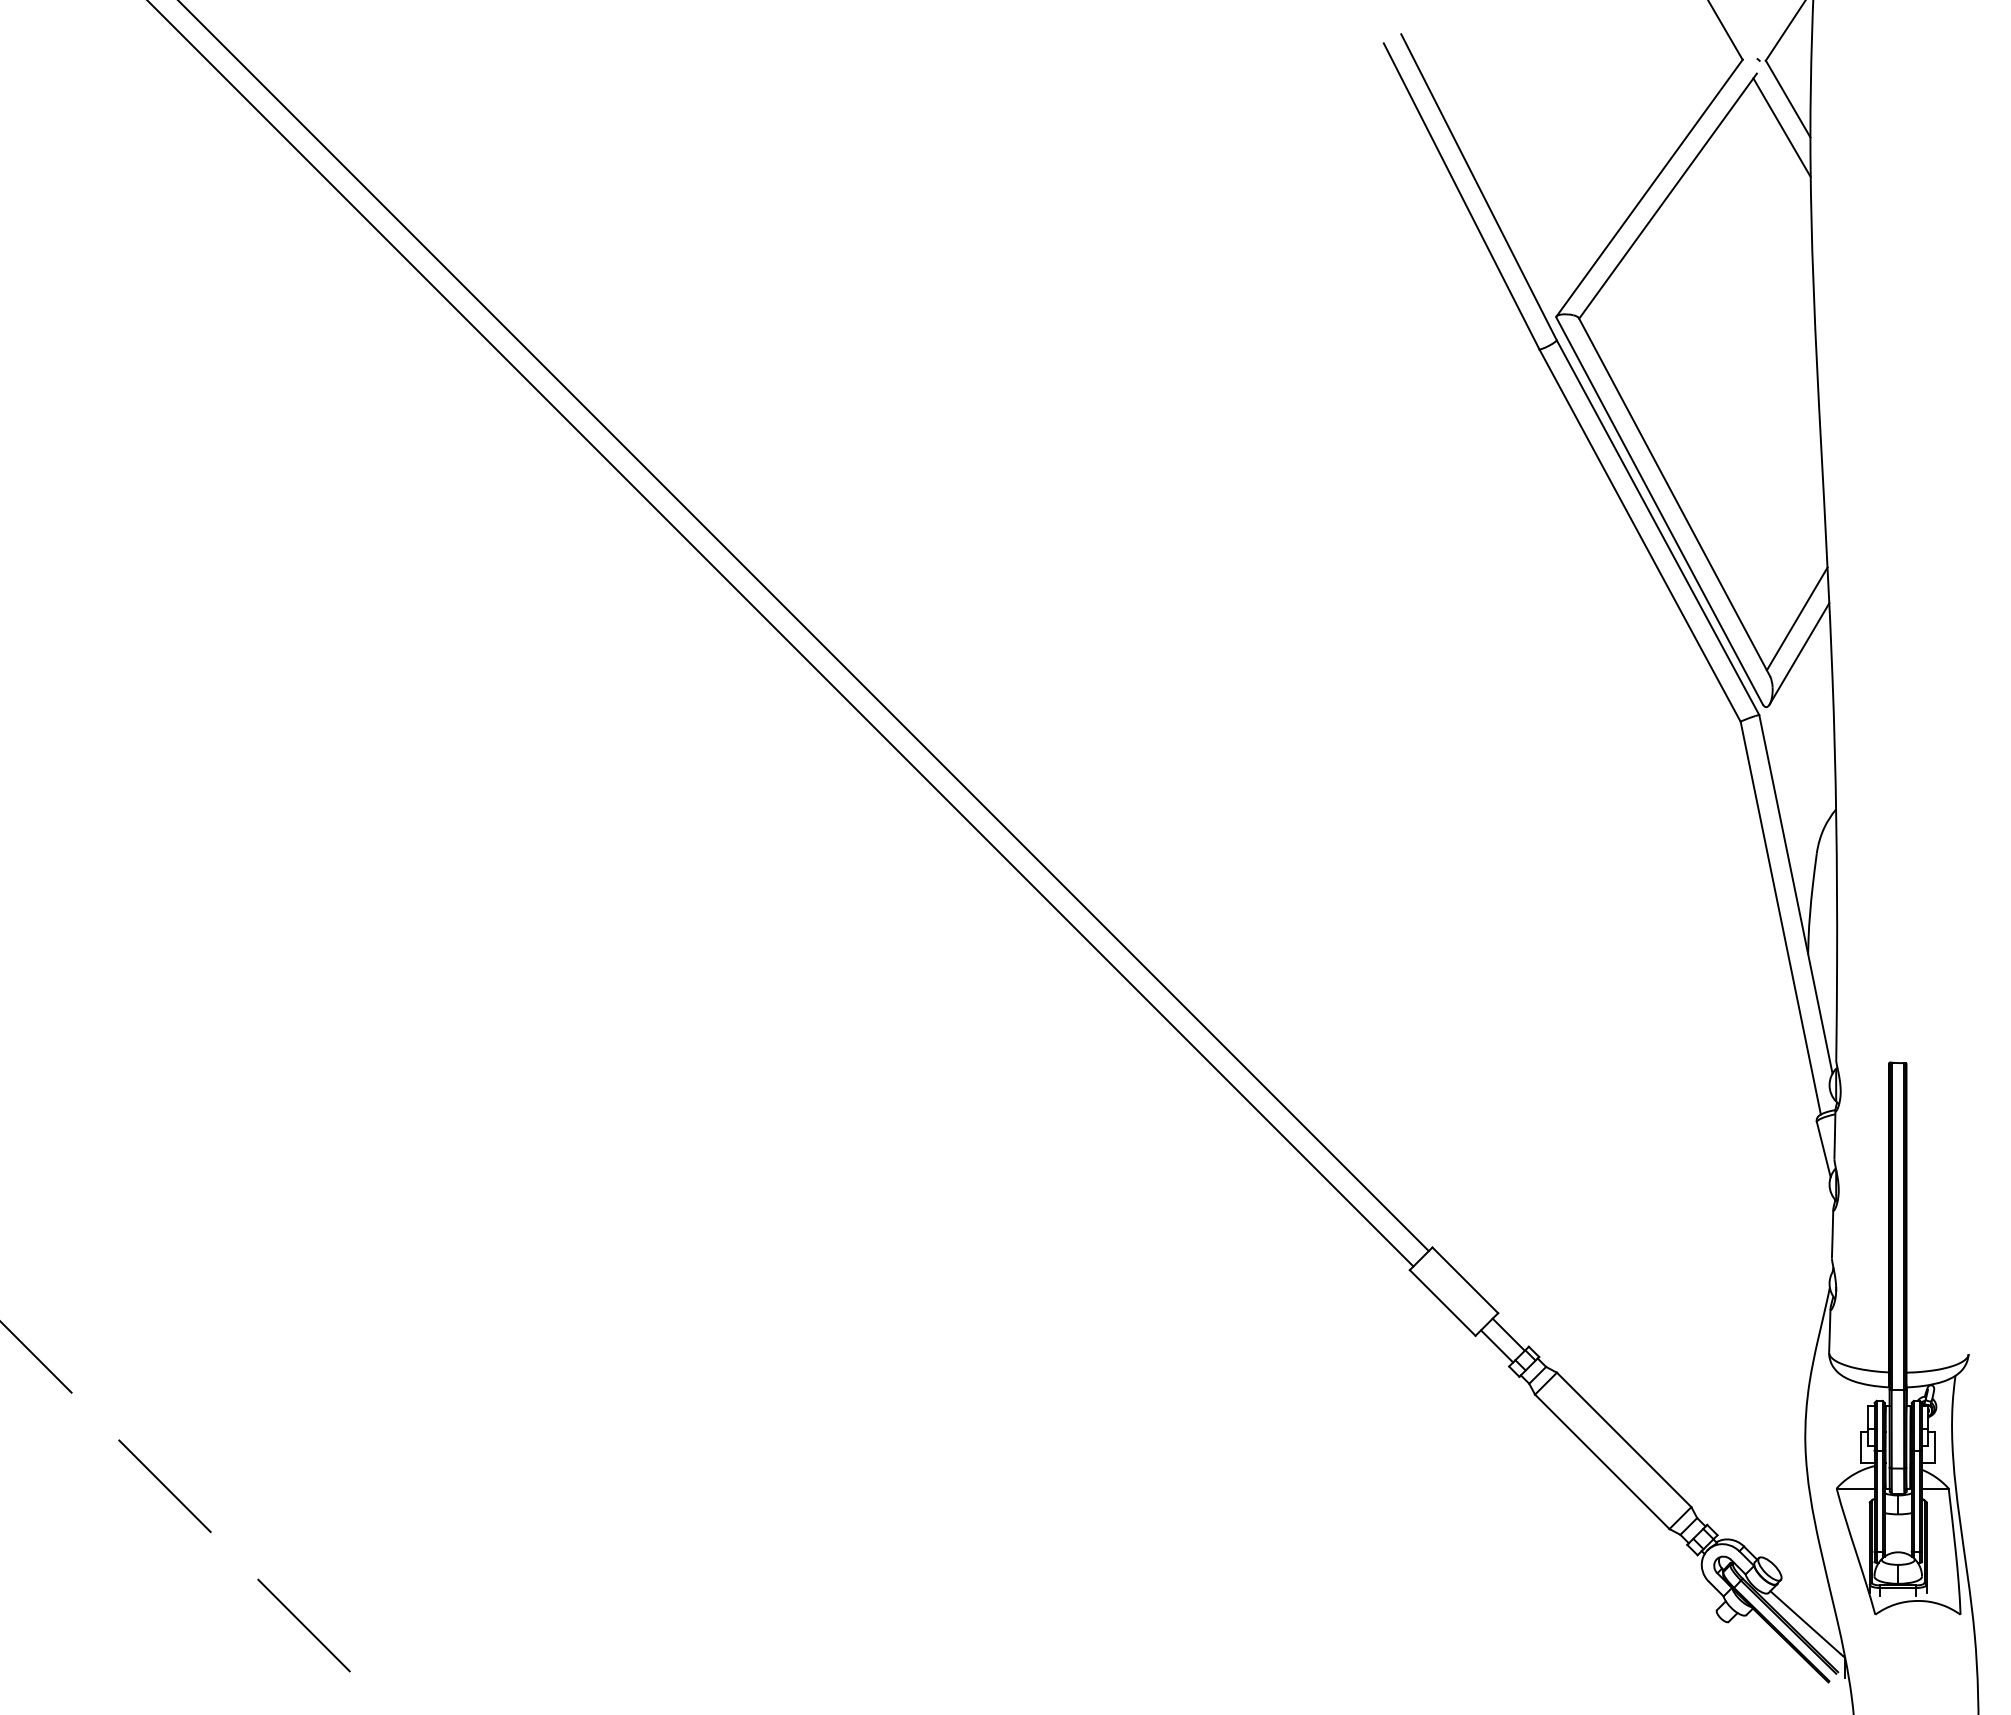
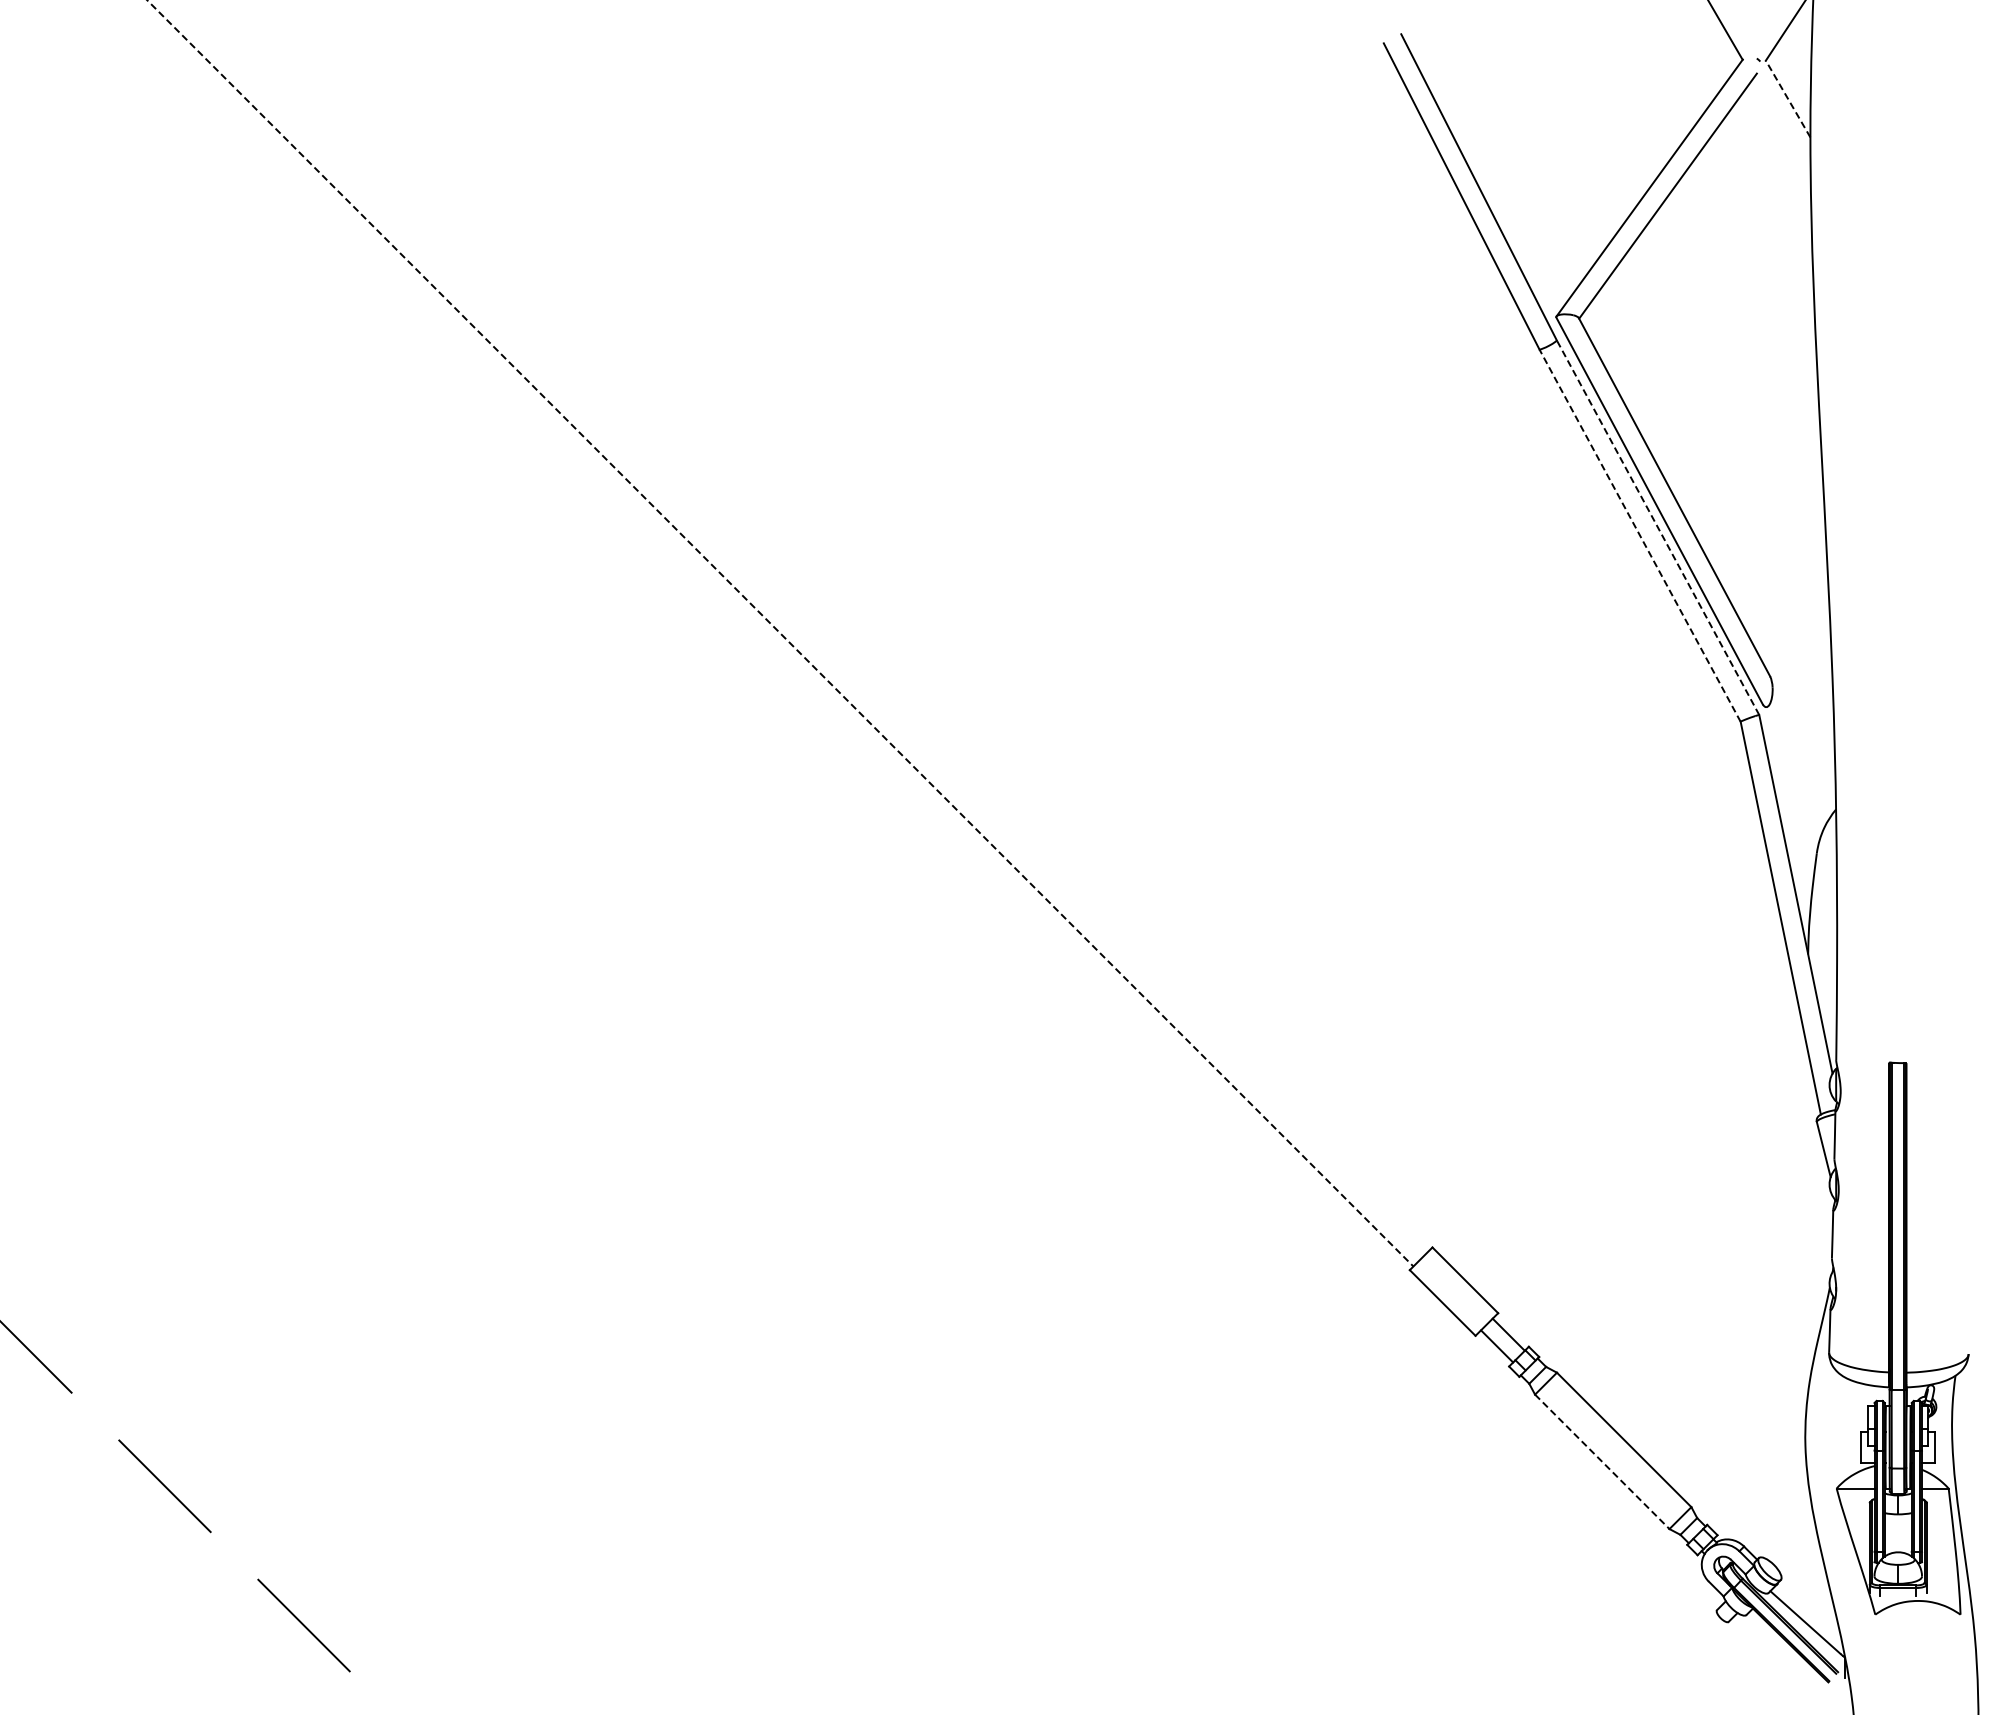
line at (1787, 98): solid -> dashed
line at (1781, 127): present -> none
line at (1658, 527): solid -> dashed
line at (1640, 535): solid -> dashed
line at (1796, 618): present -> none
line at (804, 626): present -> none
line at (780, 633): solid -> dashed
line at (1799, 653): present -> none
line at (1602, 1462): solid -> dashed
